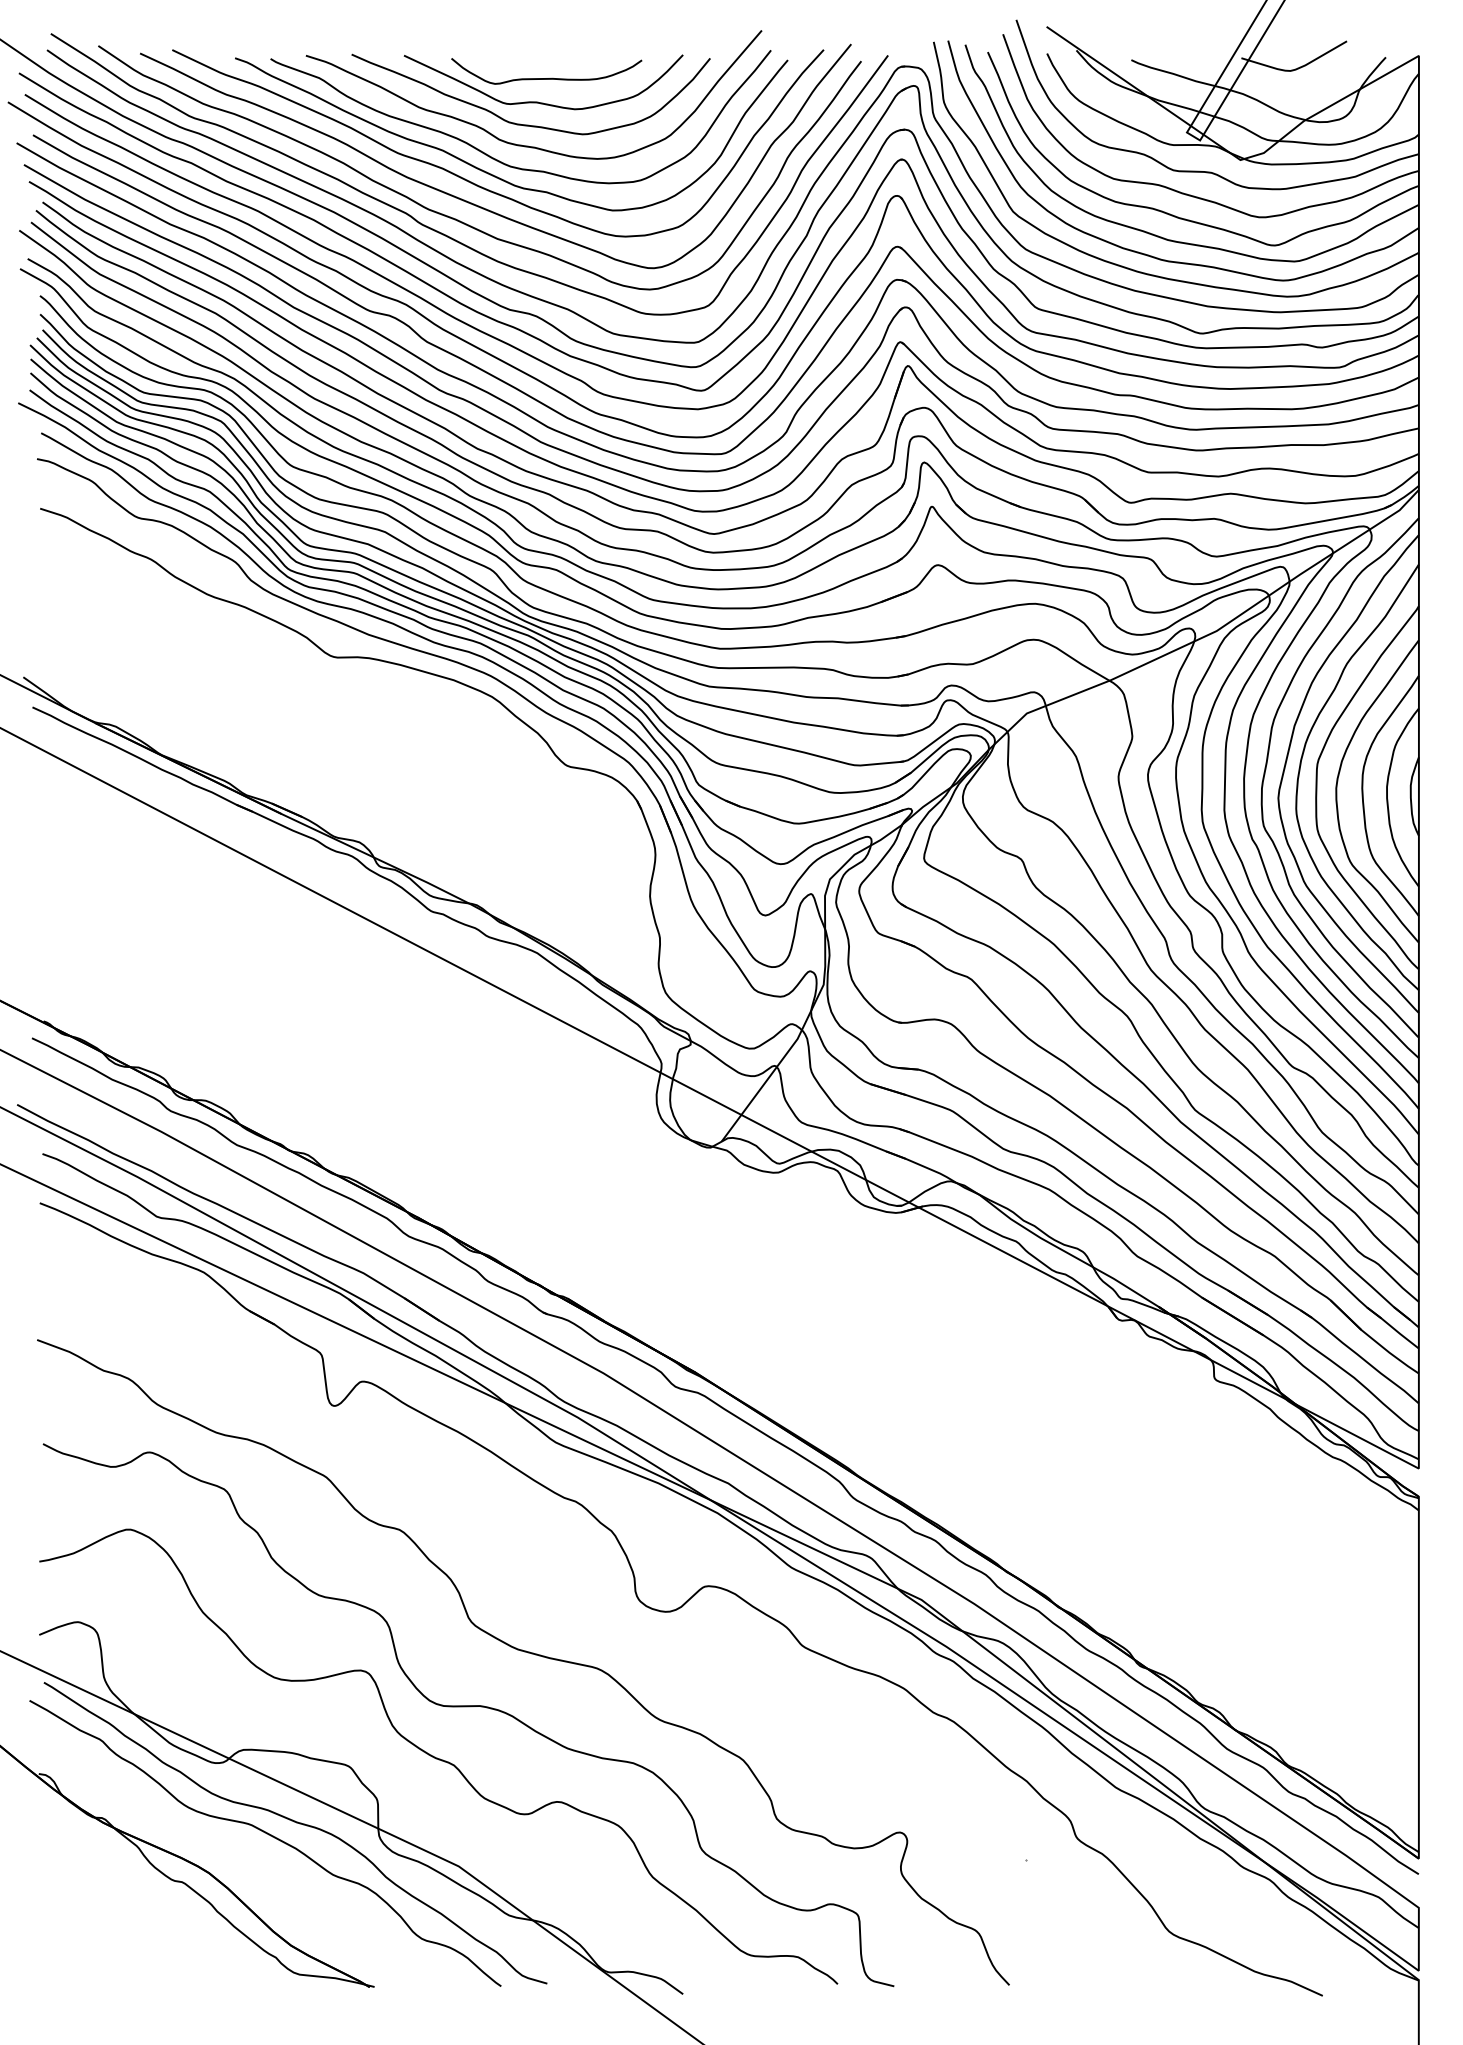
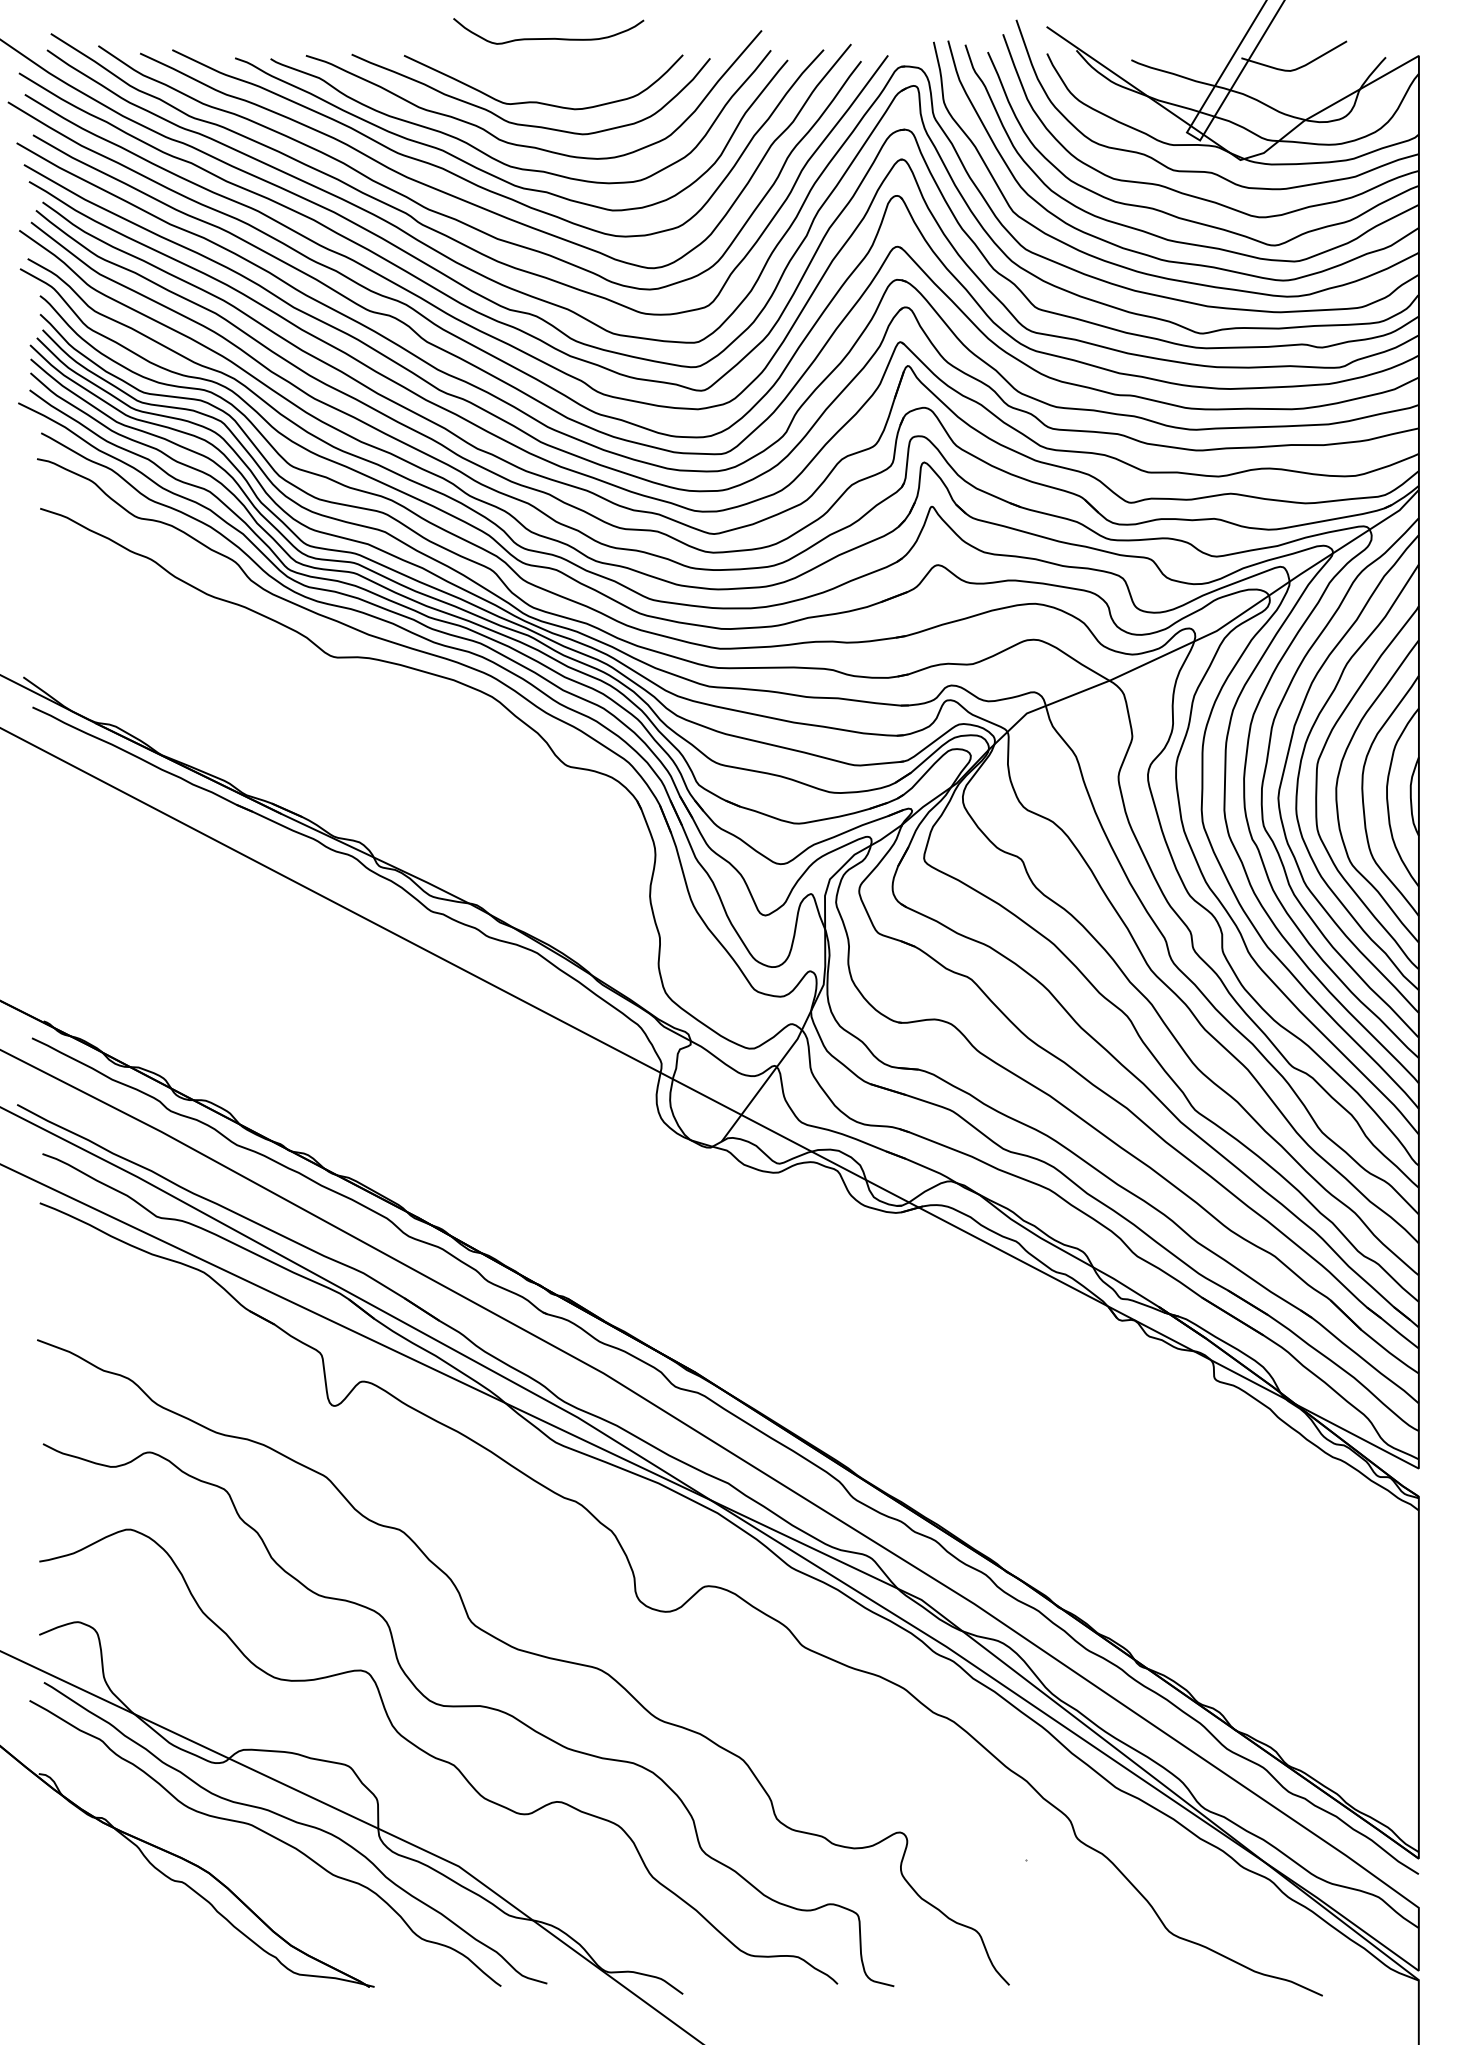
curve at (546, 78) position: (546, 78) -> (548, 38)
